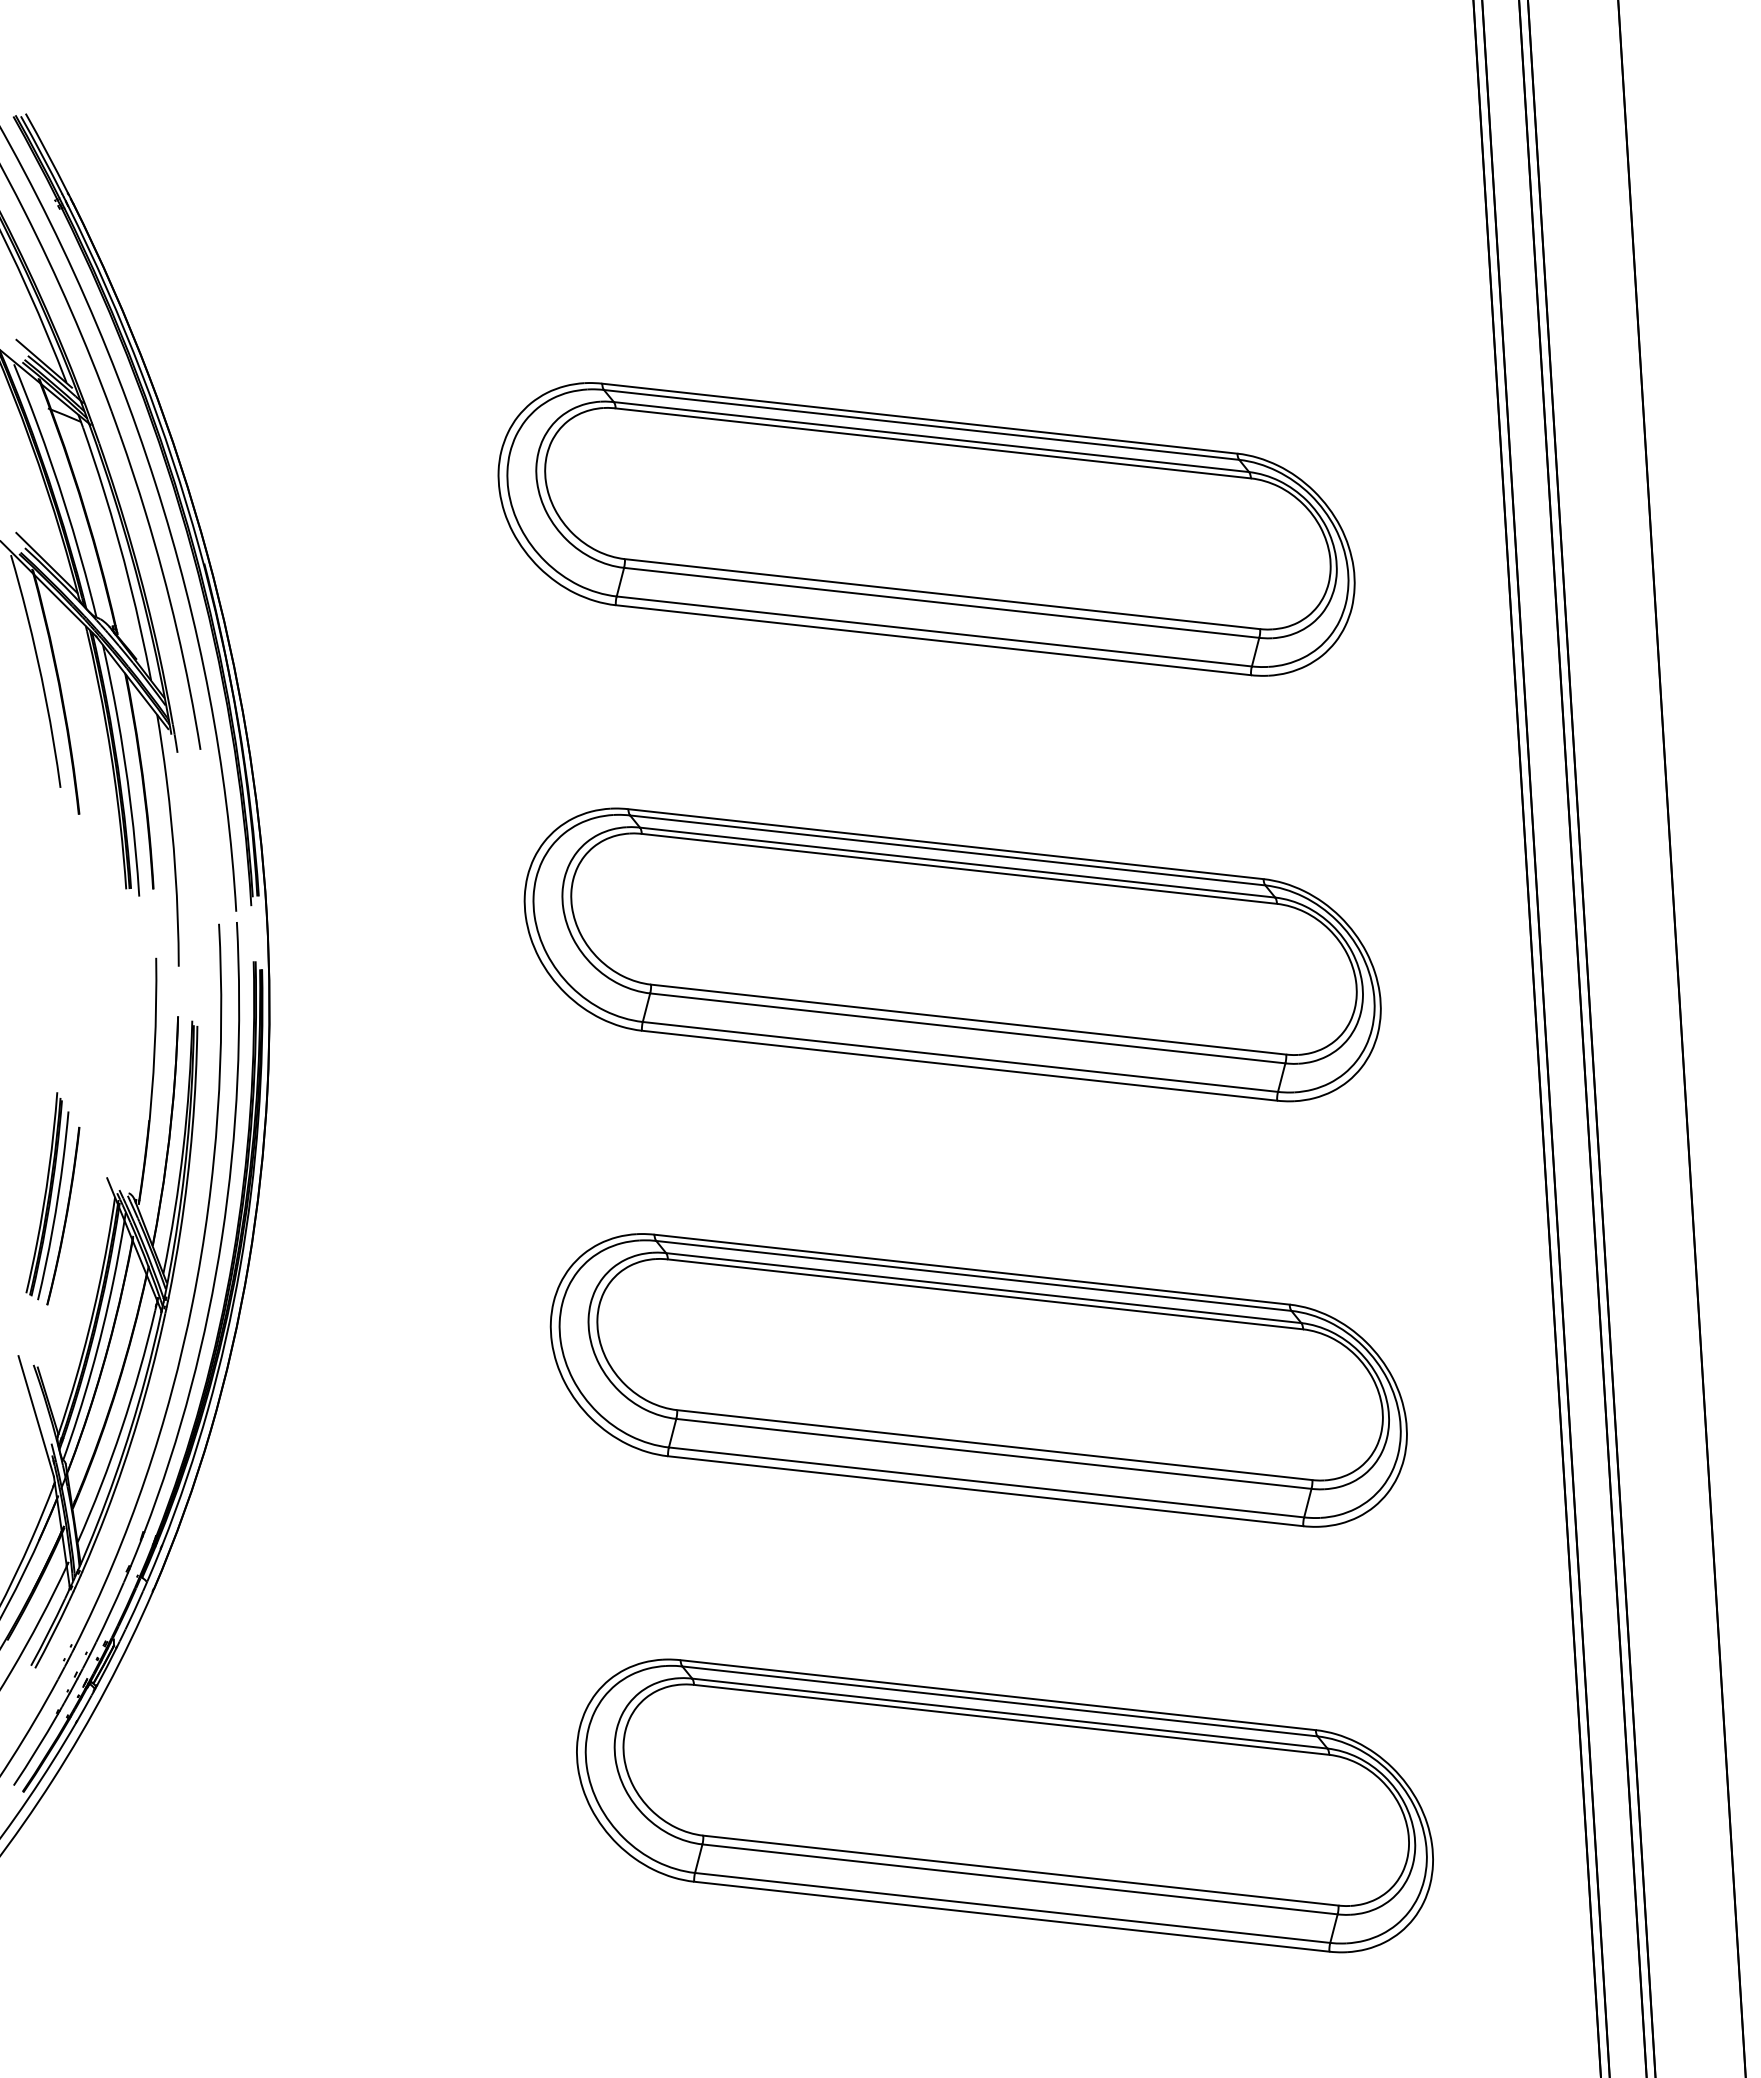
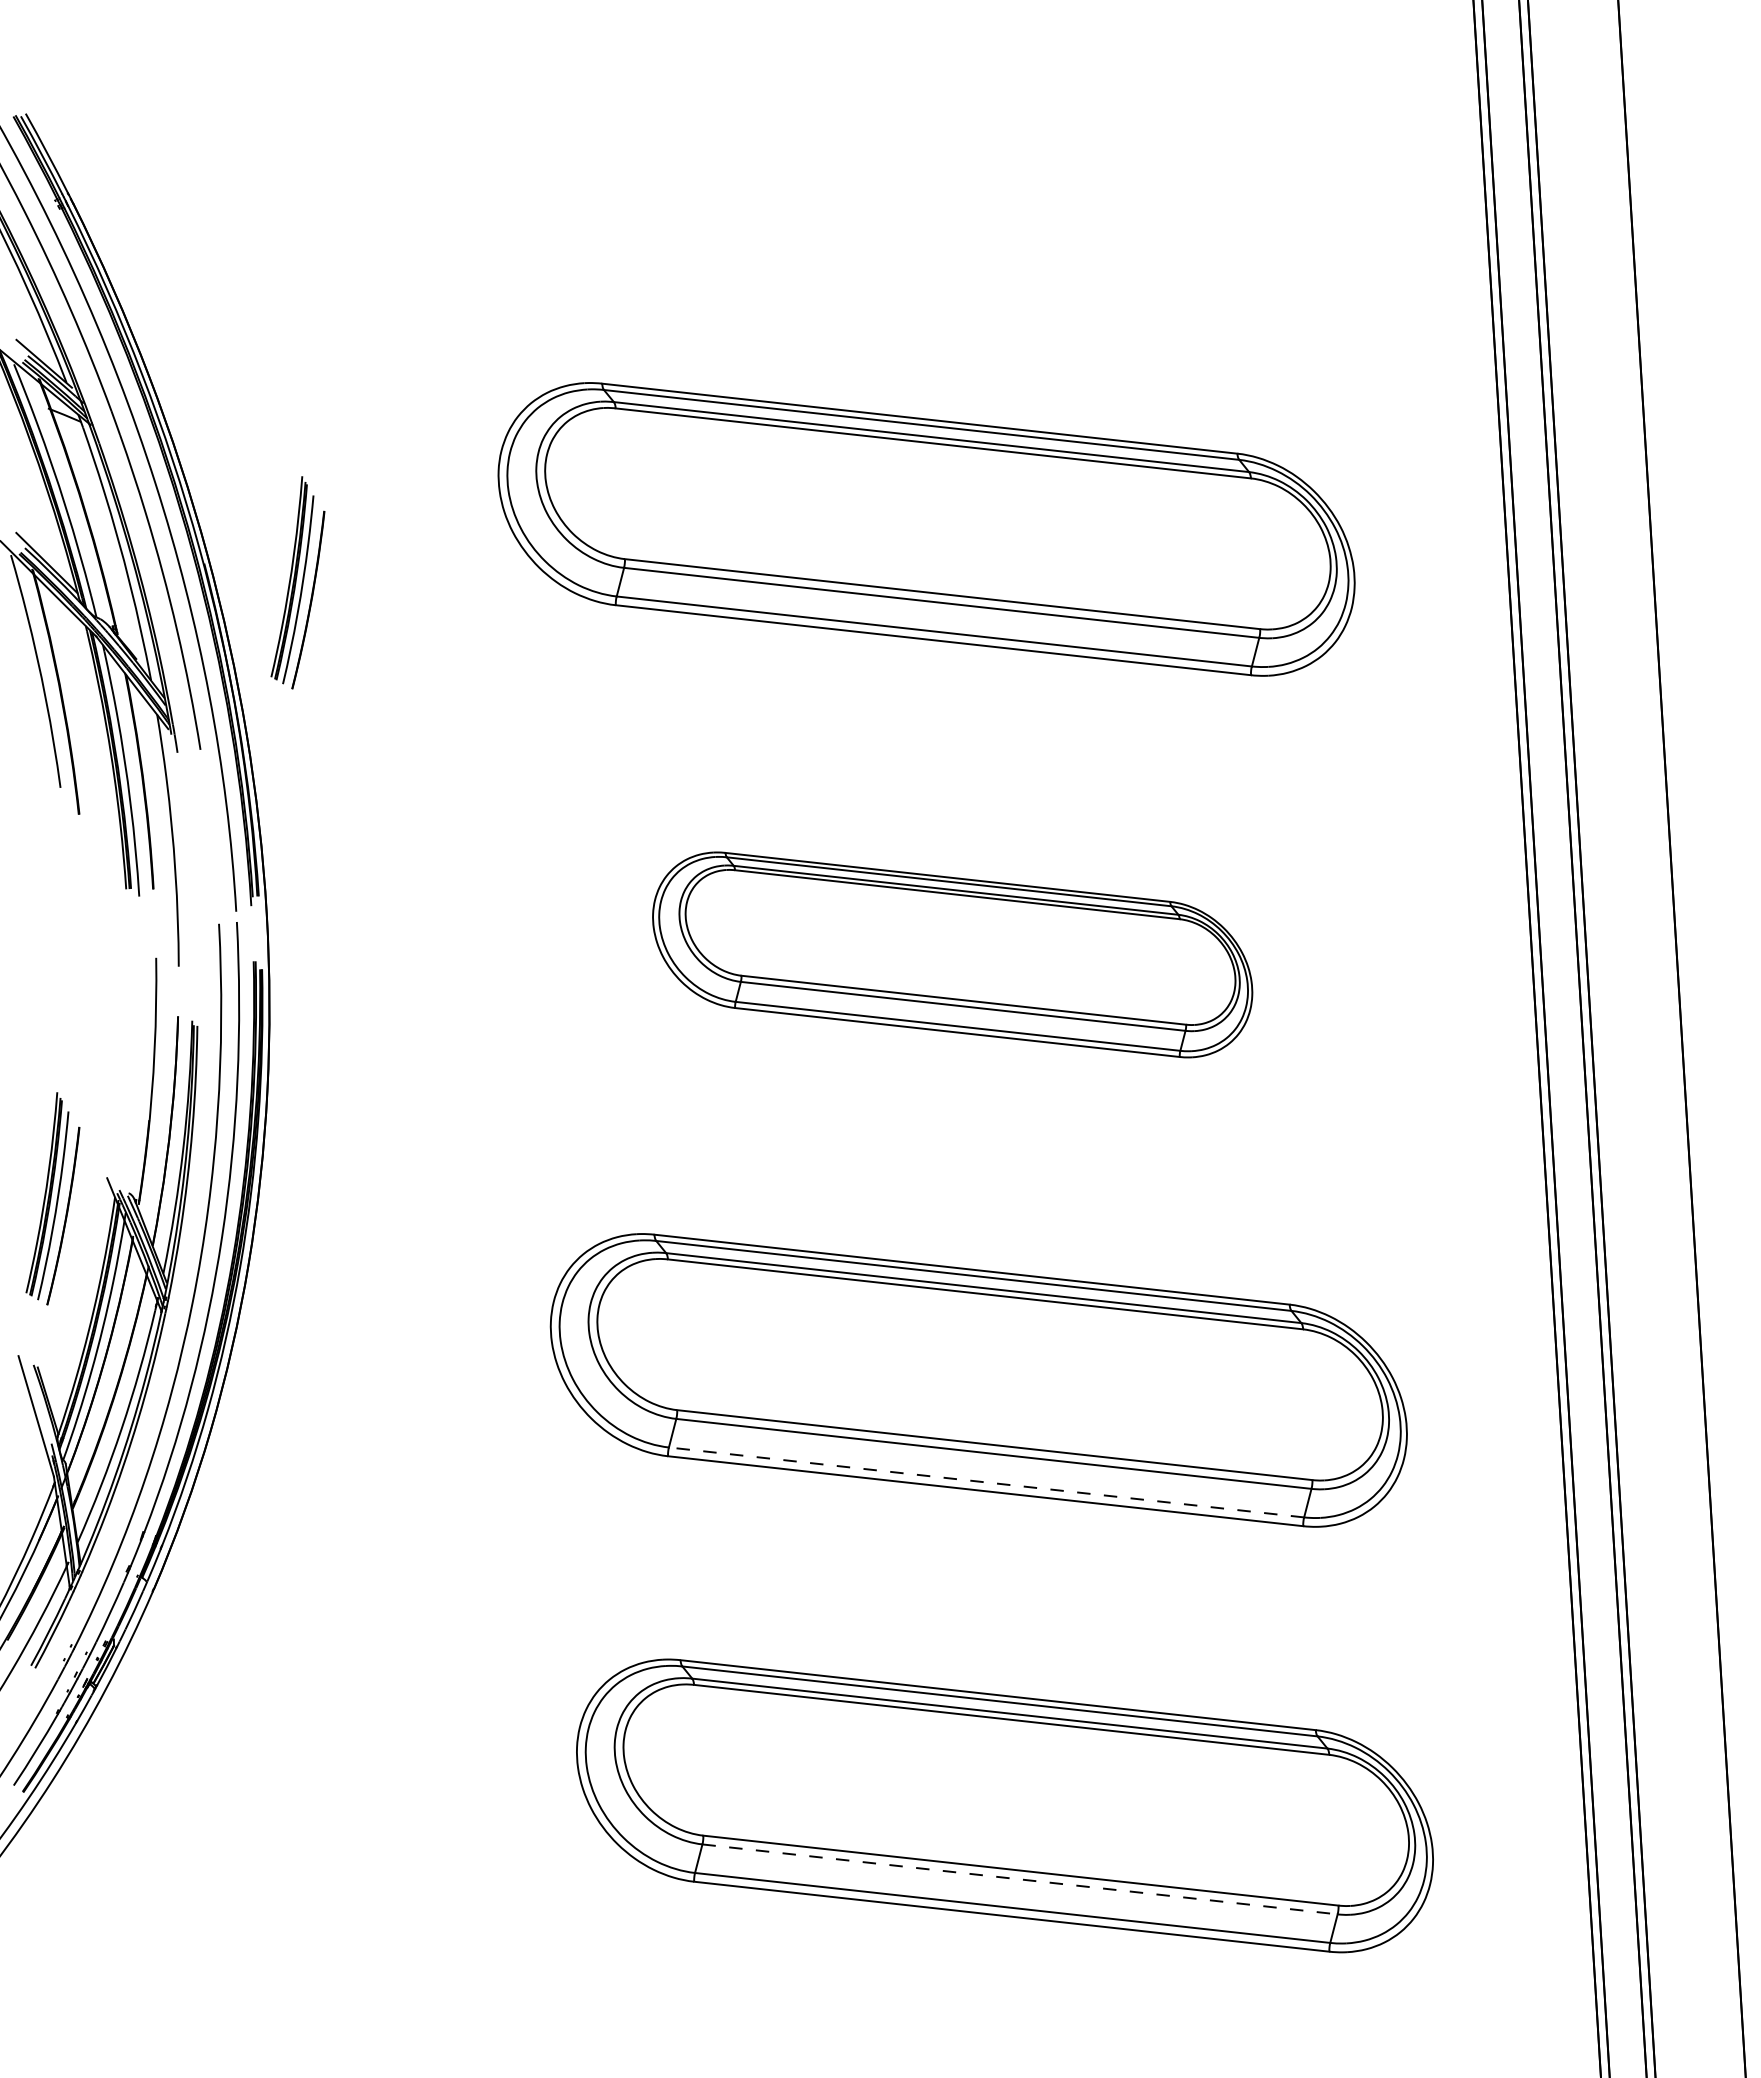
part at (297, 582): none -> present
part at (952, 954) size: 859x296 px -> 602x208 px
line at (986, 1482): solid -> dashed
line at (1020, 1879): solid -> dashed
